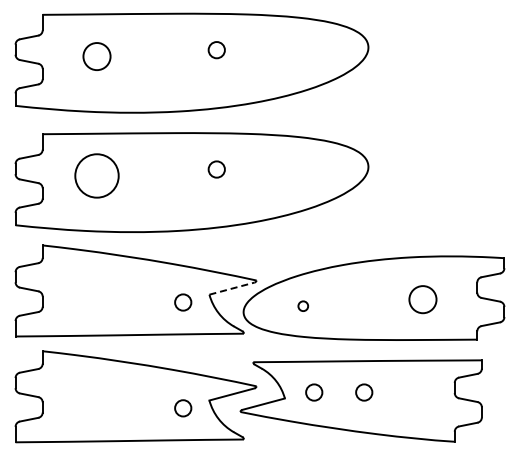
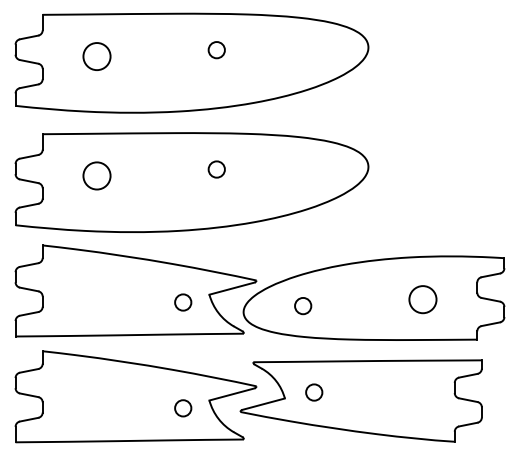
circle at (96, 175) diameter: 43 px -> 27 px
line at (232, 288): dashed -> solid
circle at (303, 305) size: 13x12 px -> 19x19 px
circle at (364, 392): present -> none
